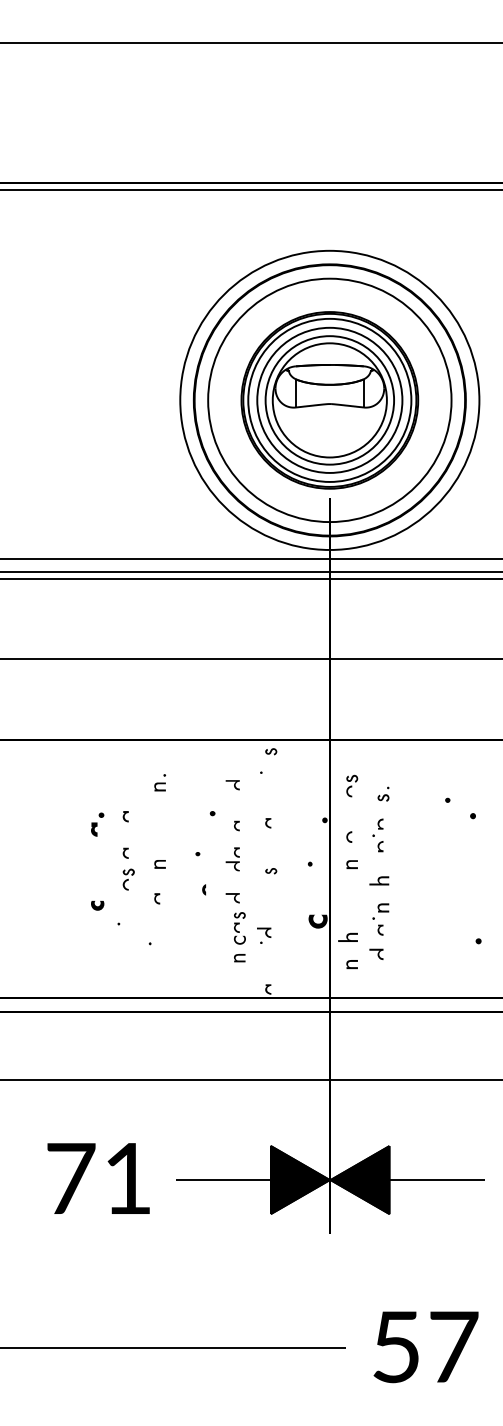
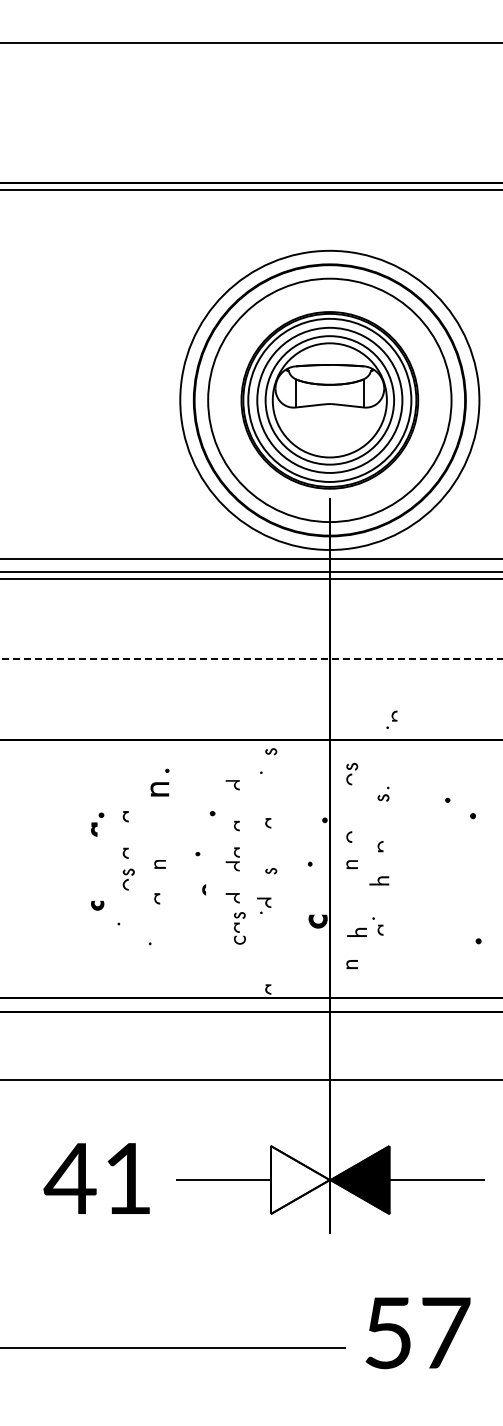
line at (251, 658): solid -> dashed
part at (160, 782) size: 13x18 px -> 20x29 px
part at (352, 785) position: (352, 785) -> (352, 773)
part at (377, 827) position: (377, 827) -> (391, 719)
fill at (383, 907): present -> none
part at (264, 935) position: (264, 935) -> (264, 905)
part at (347, 936) position: (347, 936) -> (356, 931)
fill at (376, 954): present -> none
fill at (239, 957): present -> none
text at (69, 1178): 71 -> 41
fill at (299, 1180): present -> none
text at (425, 1347) position: (425, 1347) -> (417, 1333)
